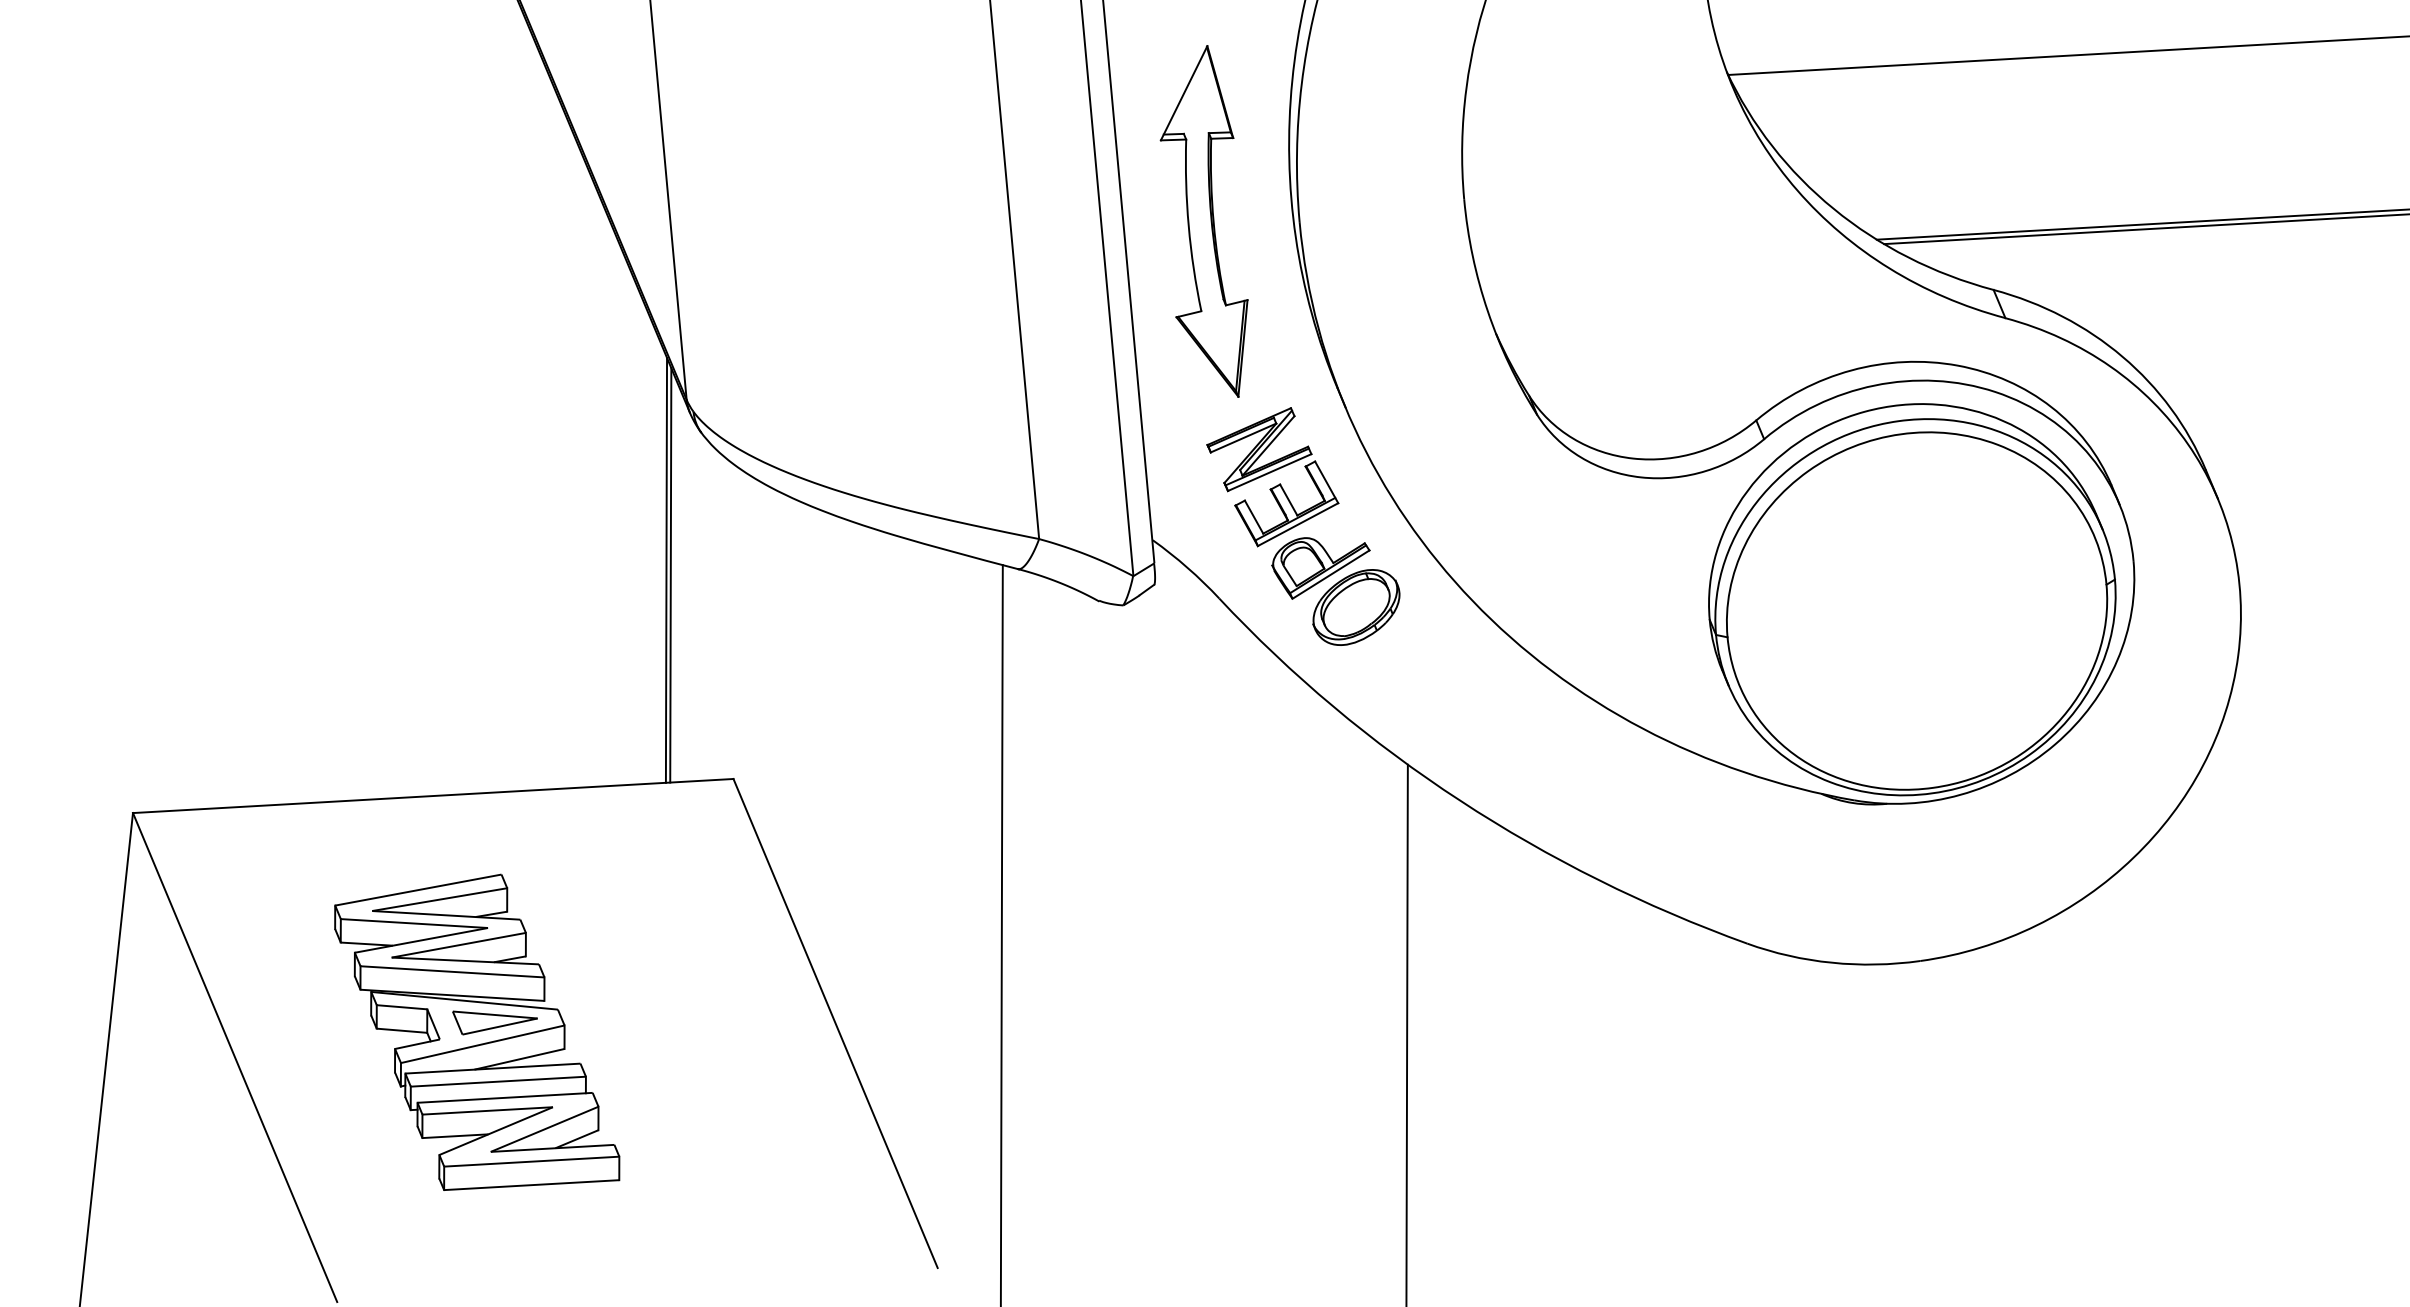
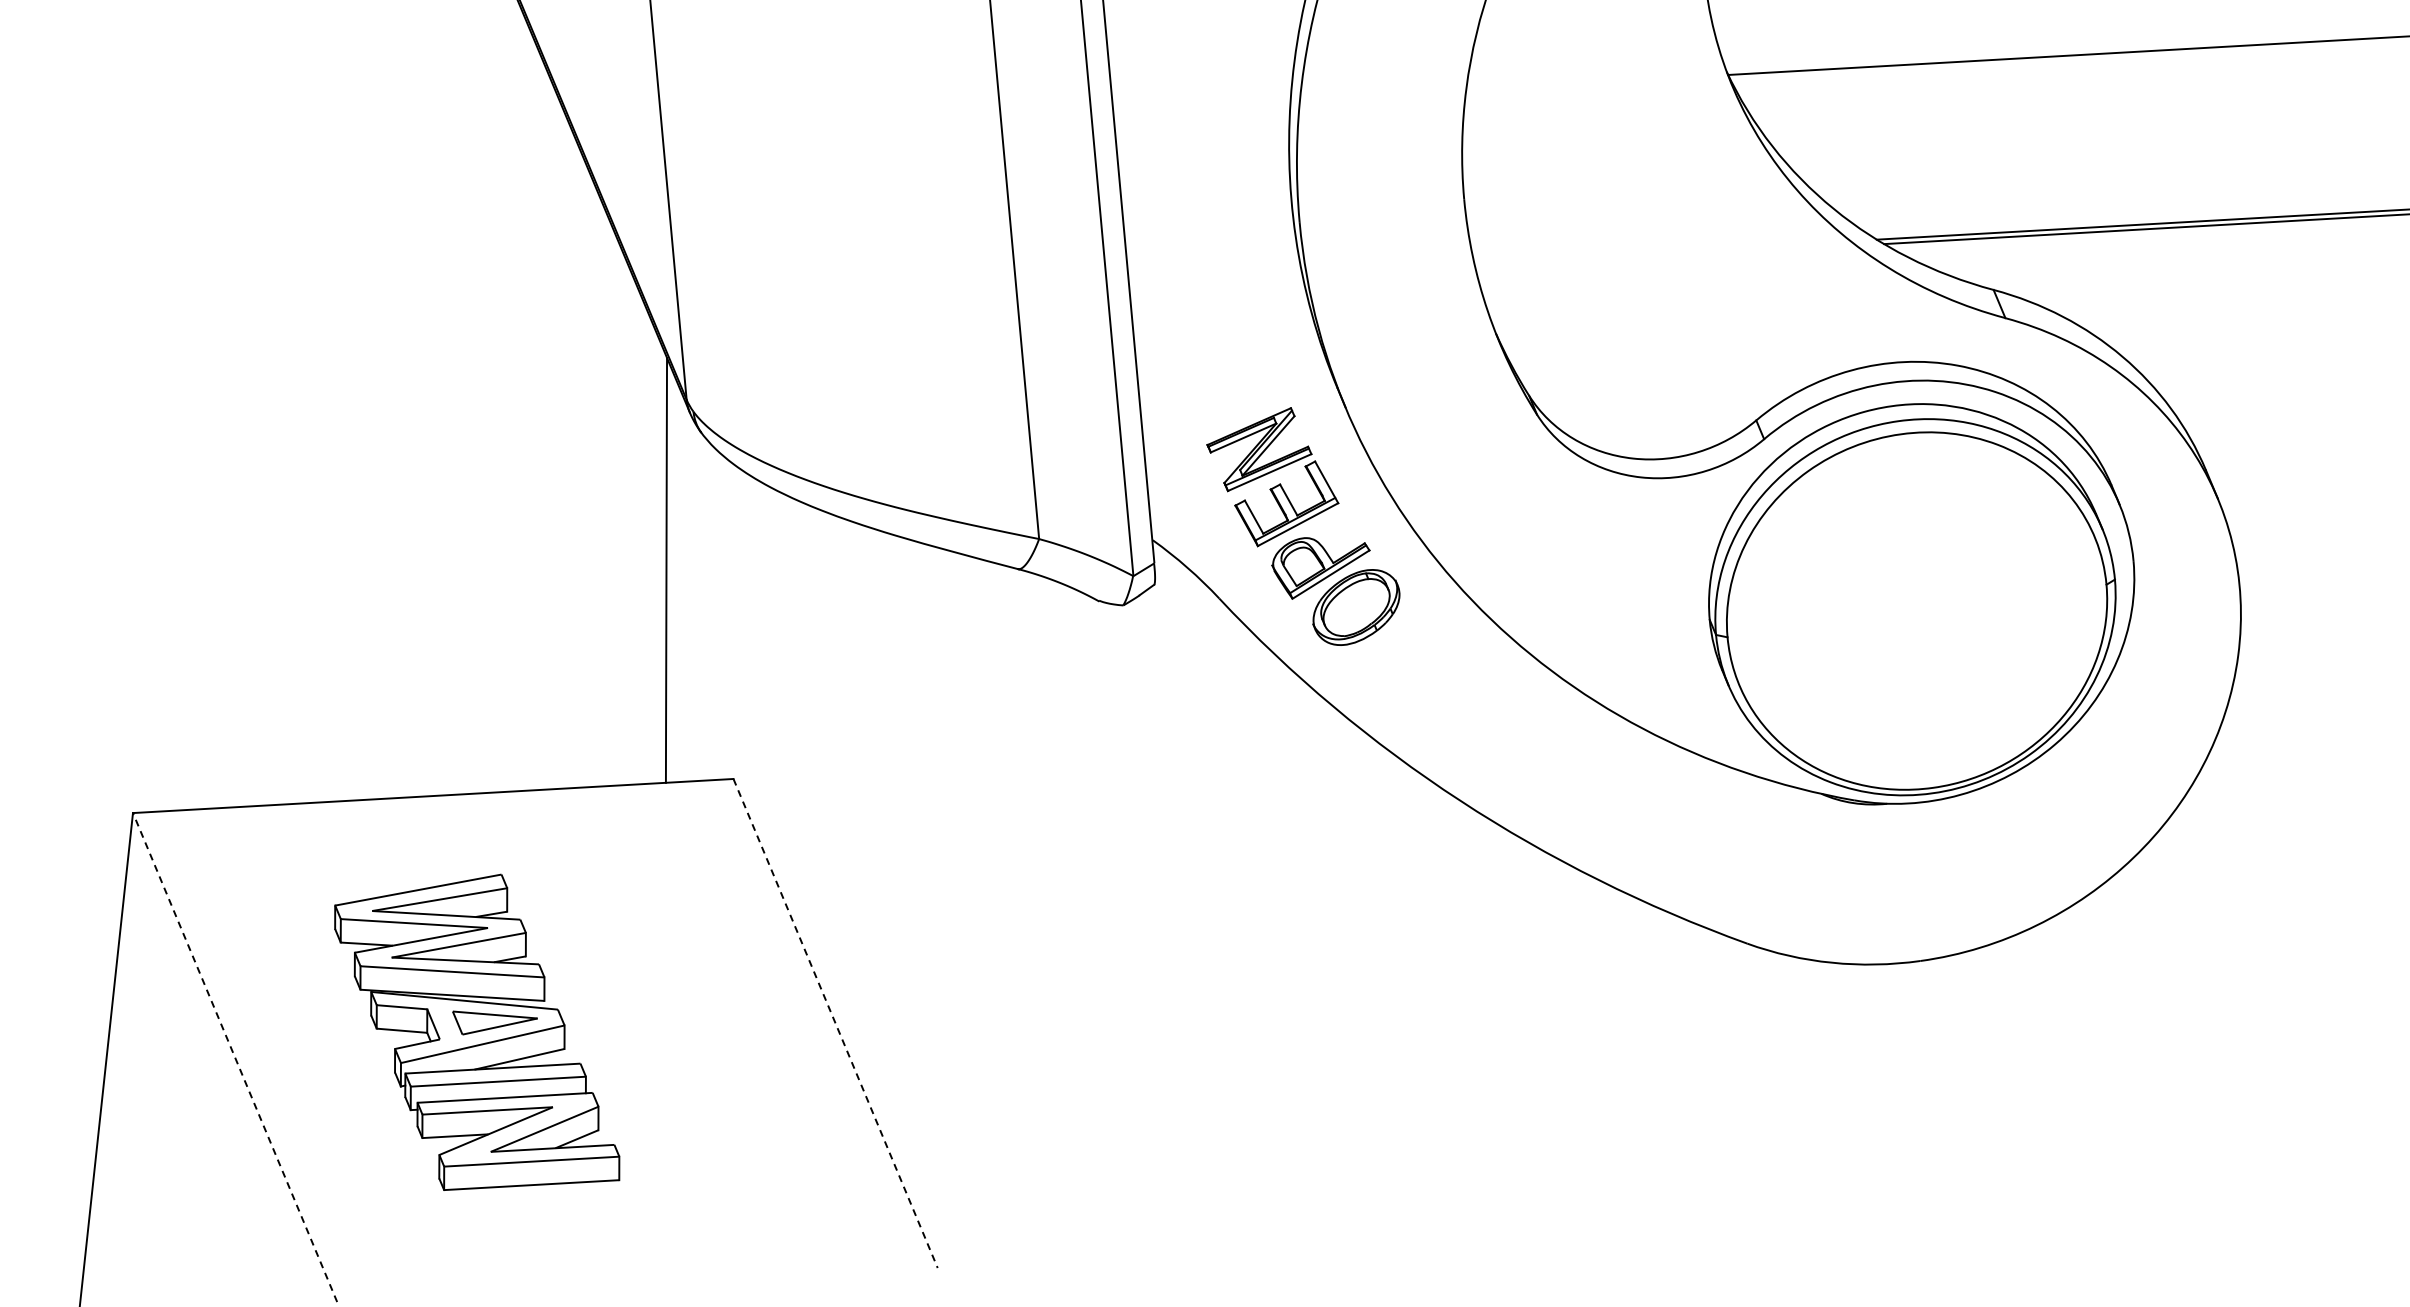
part at (1203, 221): present -> none
line at (670, 575): present -> none
line at (1001, 934): present -> none
line at (835, 1023): solid -> dashed
line at (1406, 1033): present -> none
line at (235, 1057): solid -> dashed
